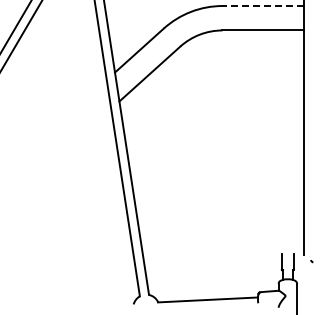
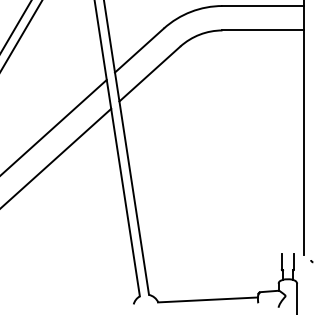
line at (263, 6): dashed -> solid
line at (54, 126): none -> present
line at (56, 157): none -> present
